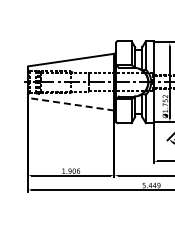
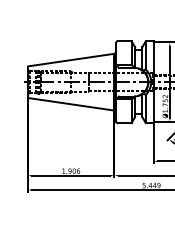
line at (71, 104): dashed -> solid
